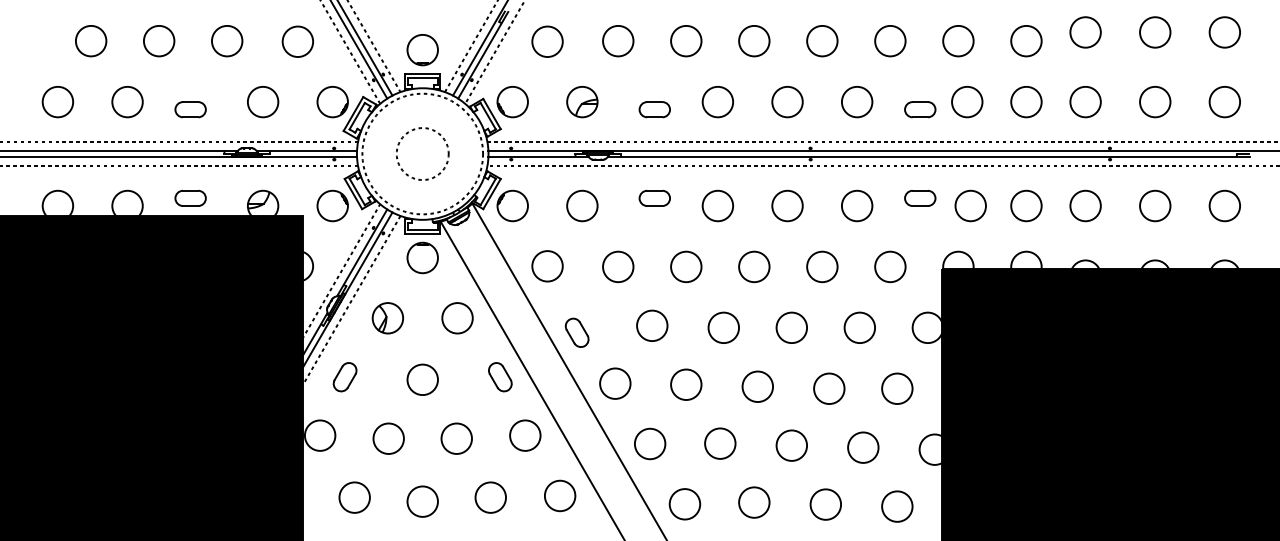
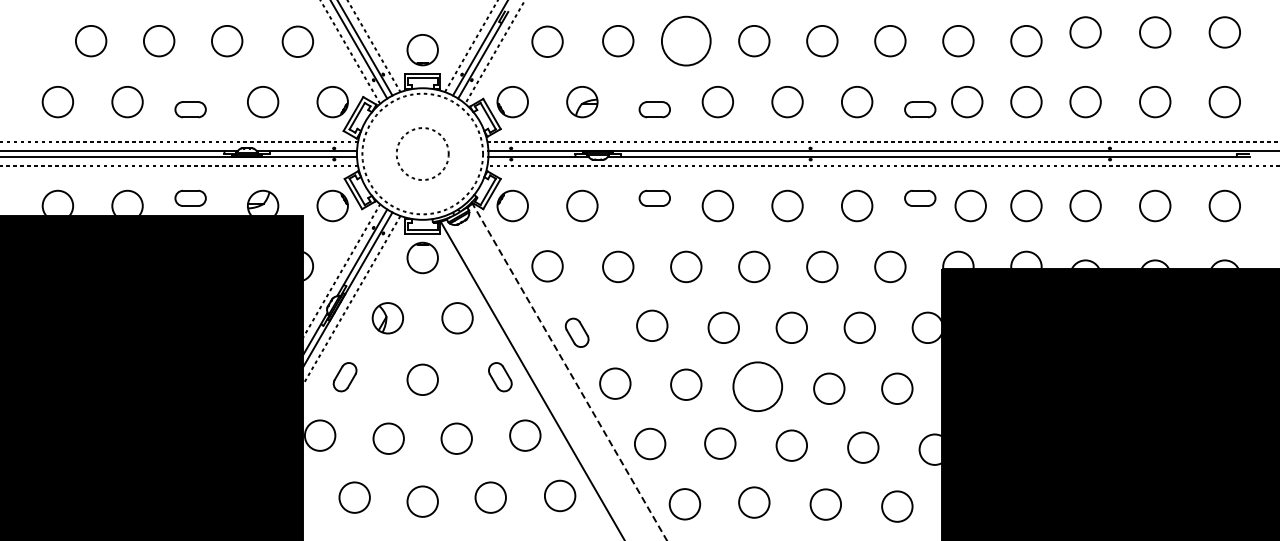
circle at (686, 40) diameter: 30 px -> 49 px
line at (569, 371): solid -> dashed
circle at (757, 386) diameter: 30 px -> 49 px
